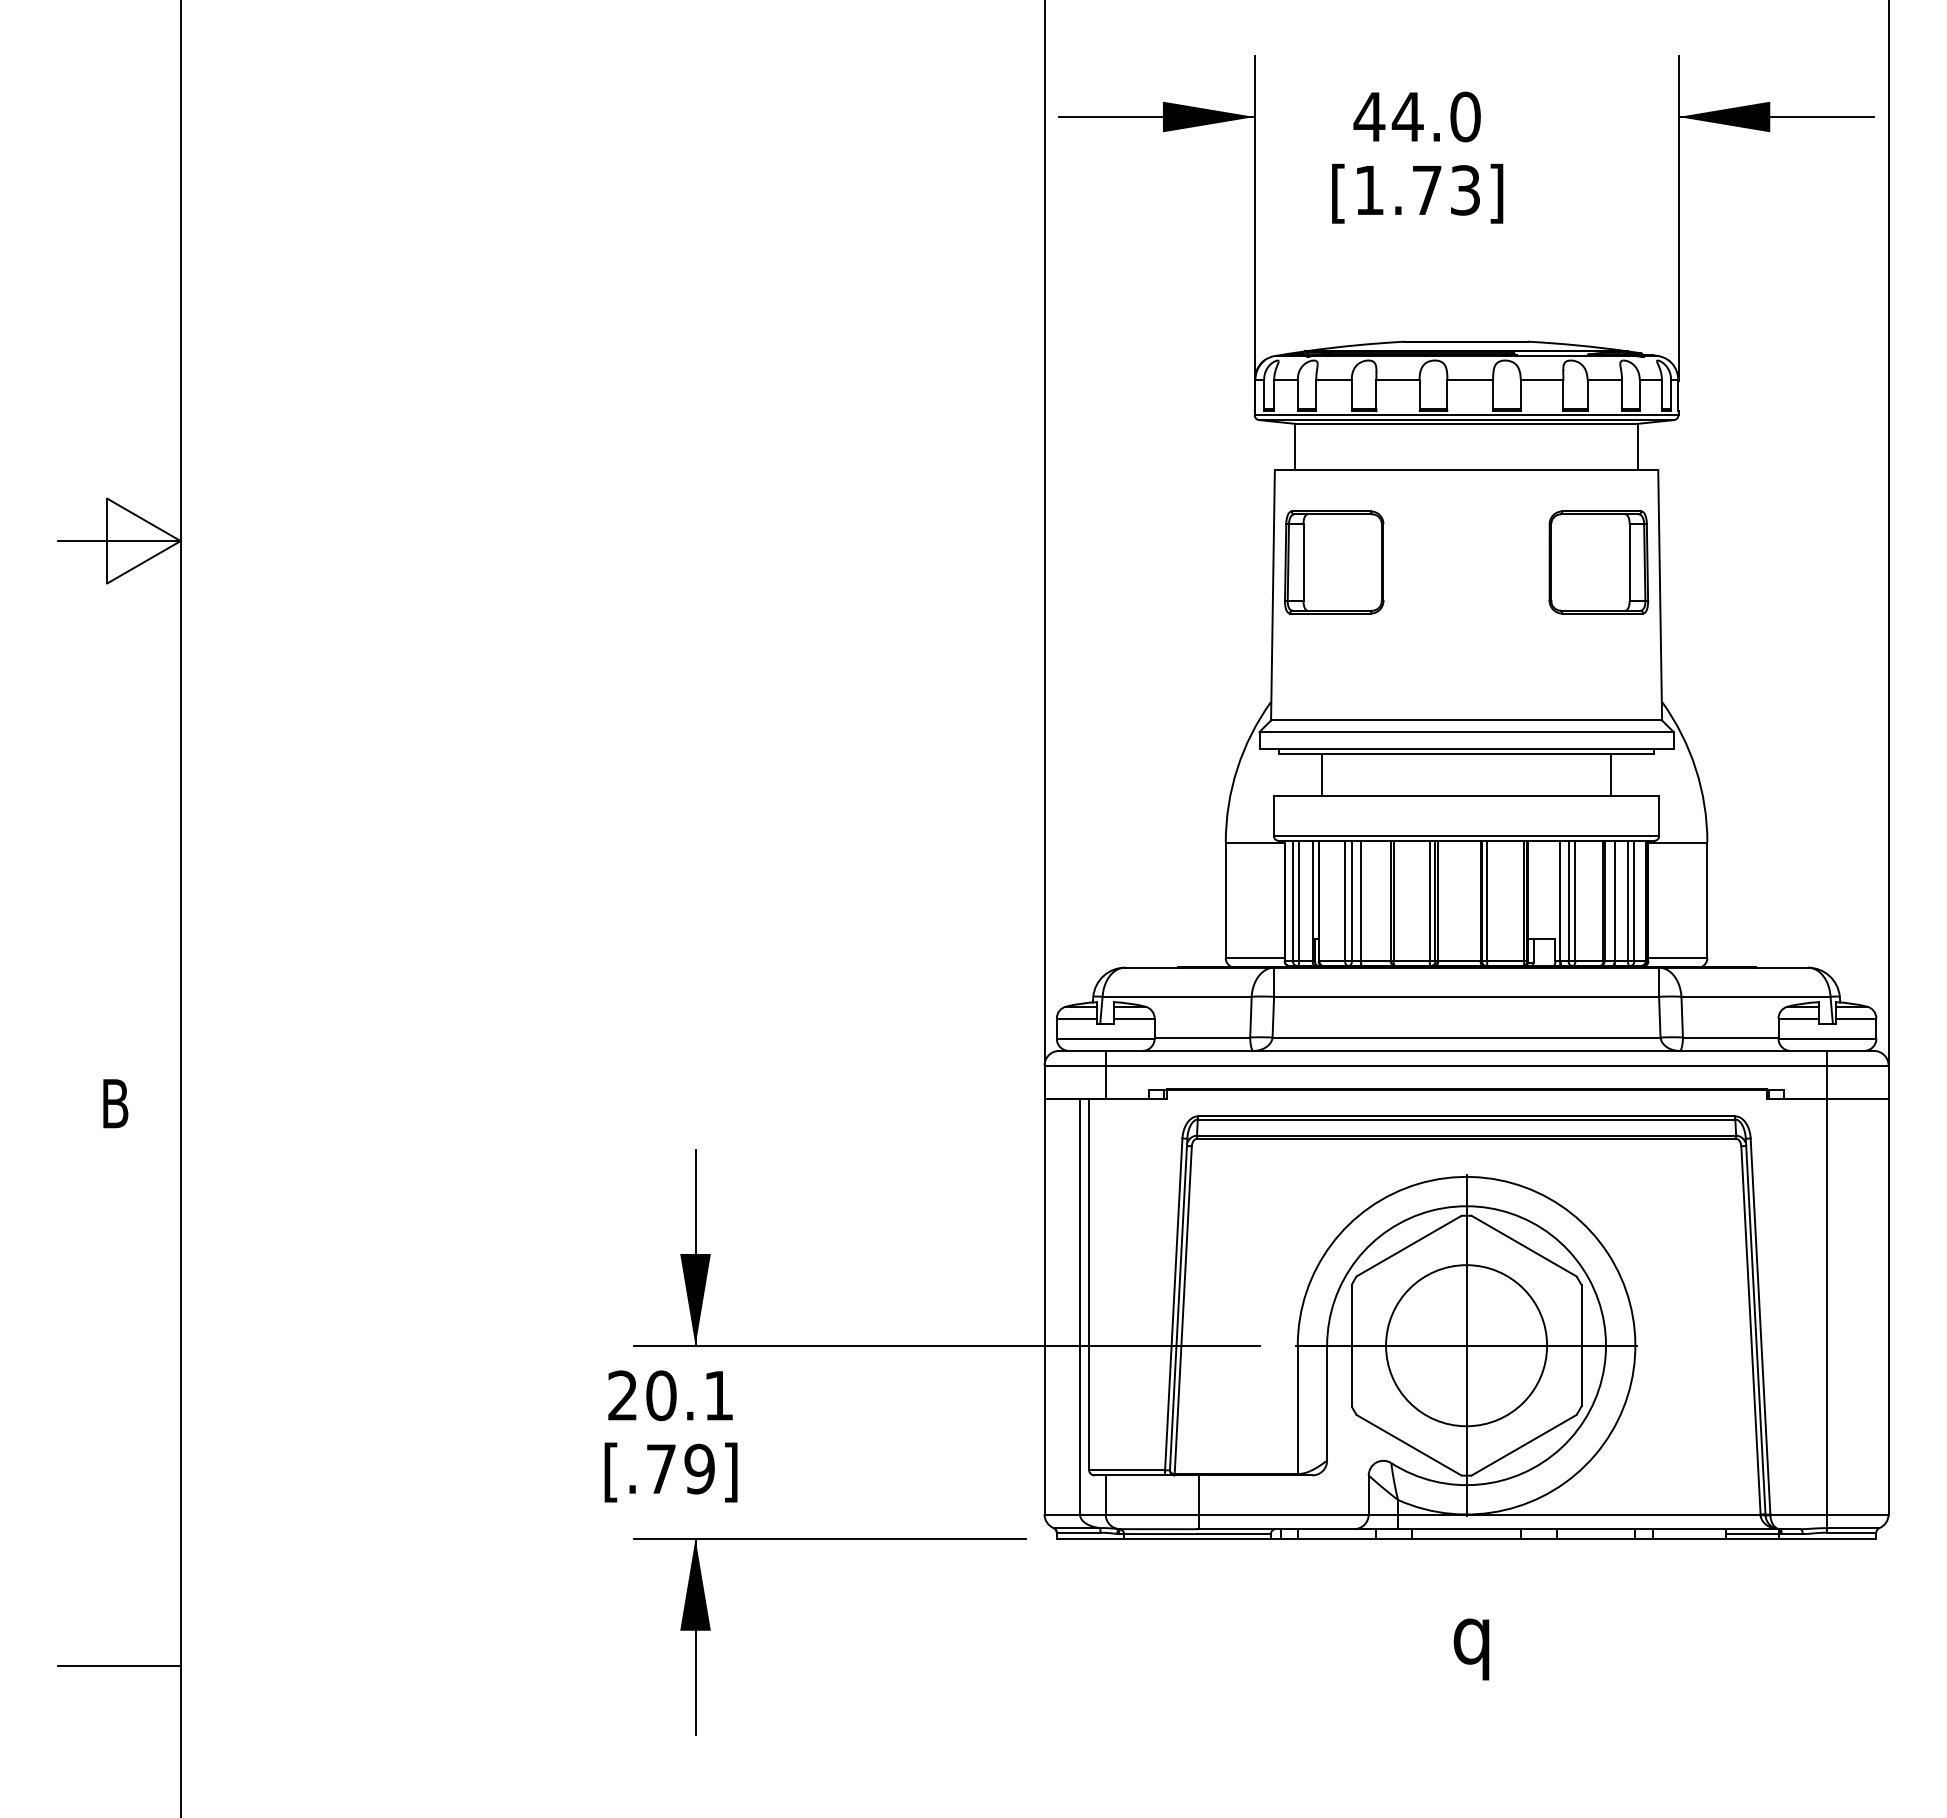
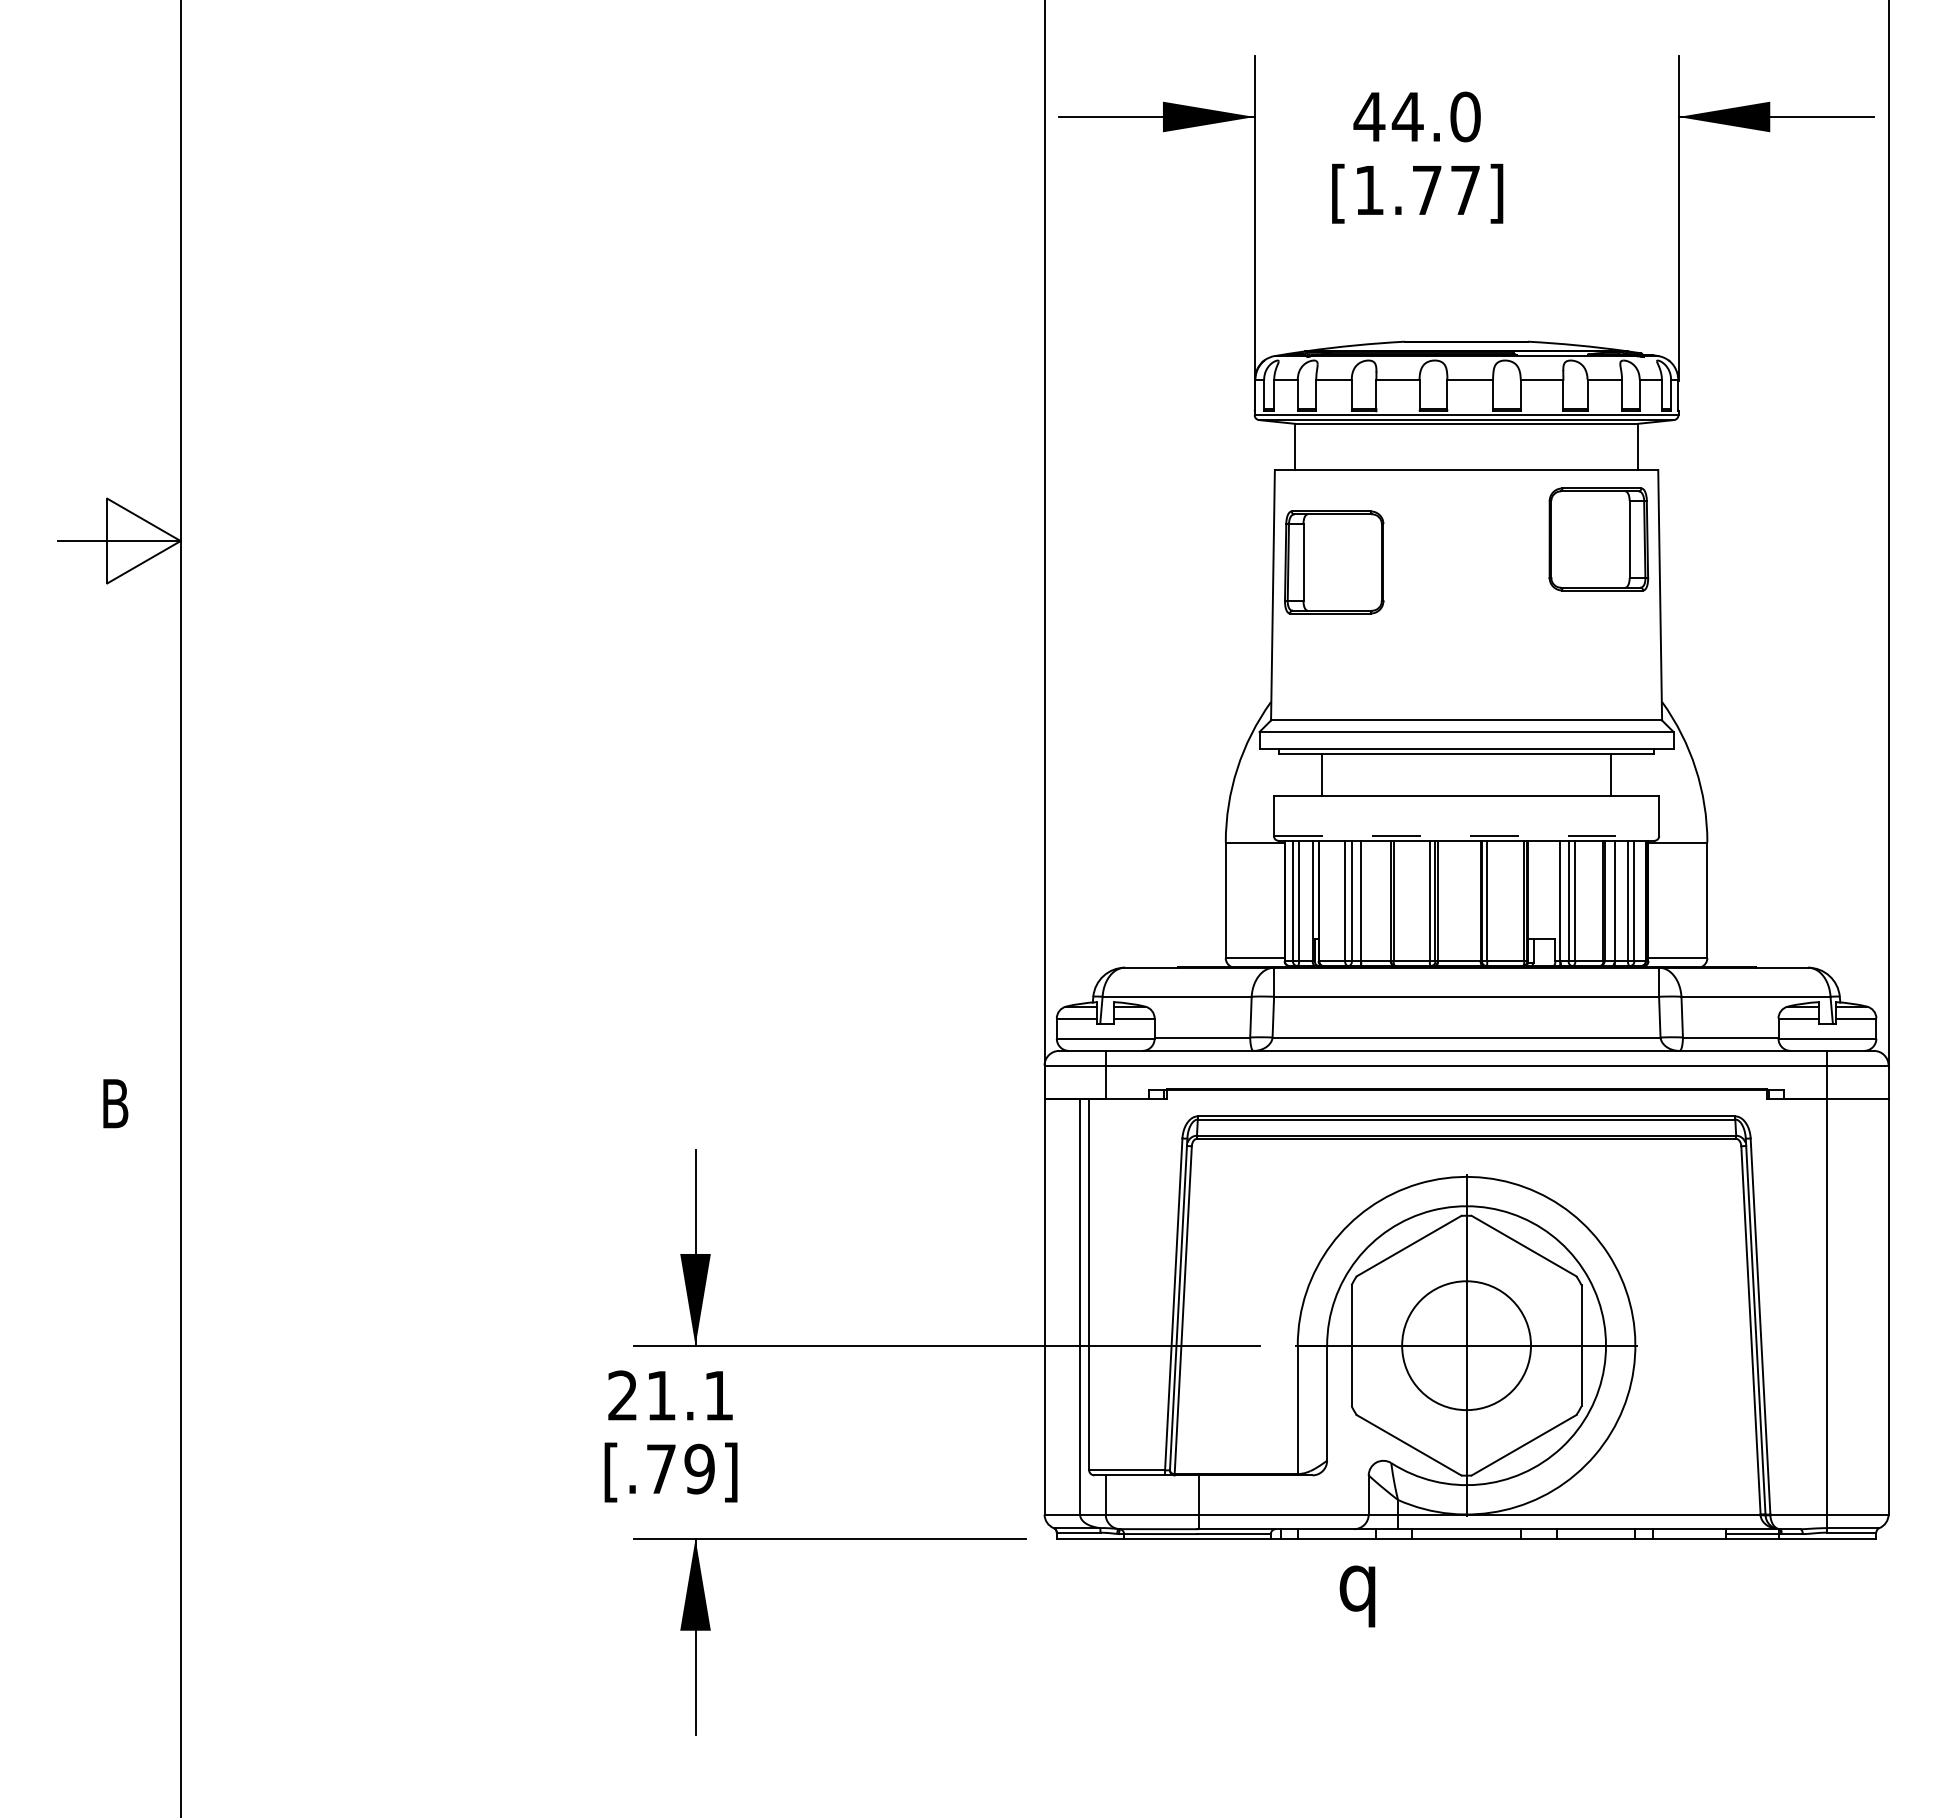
text at (1465, 190): [1.73] -> [1.77]
part at (1598, 562) position: (1598, 562) -> (1598, 539)
line at (1466, 836): solid -> dashed
circle at (1466, 1345) diameter: 161 px -> 129 px
text at (661, 1395): 20.1 -> 21.1
text at (1471, 1649) position: (1471, 1649) -> (1357, 1596)
line at (119, 1666): present -> none
